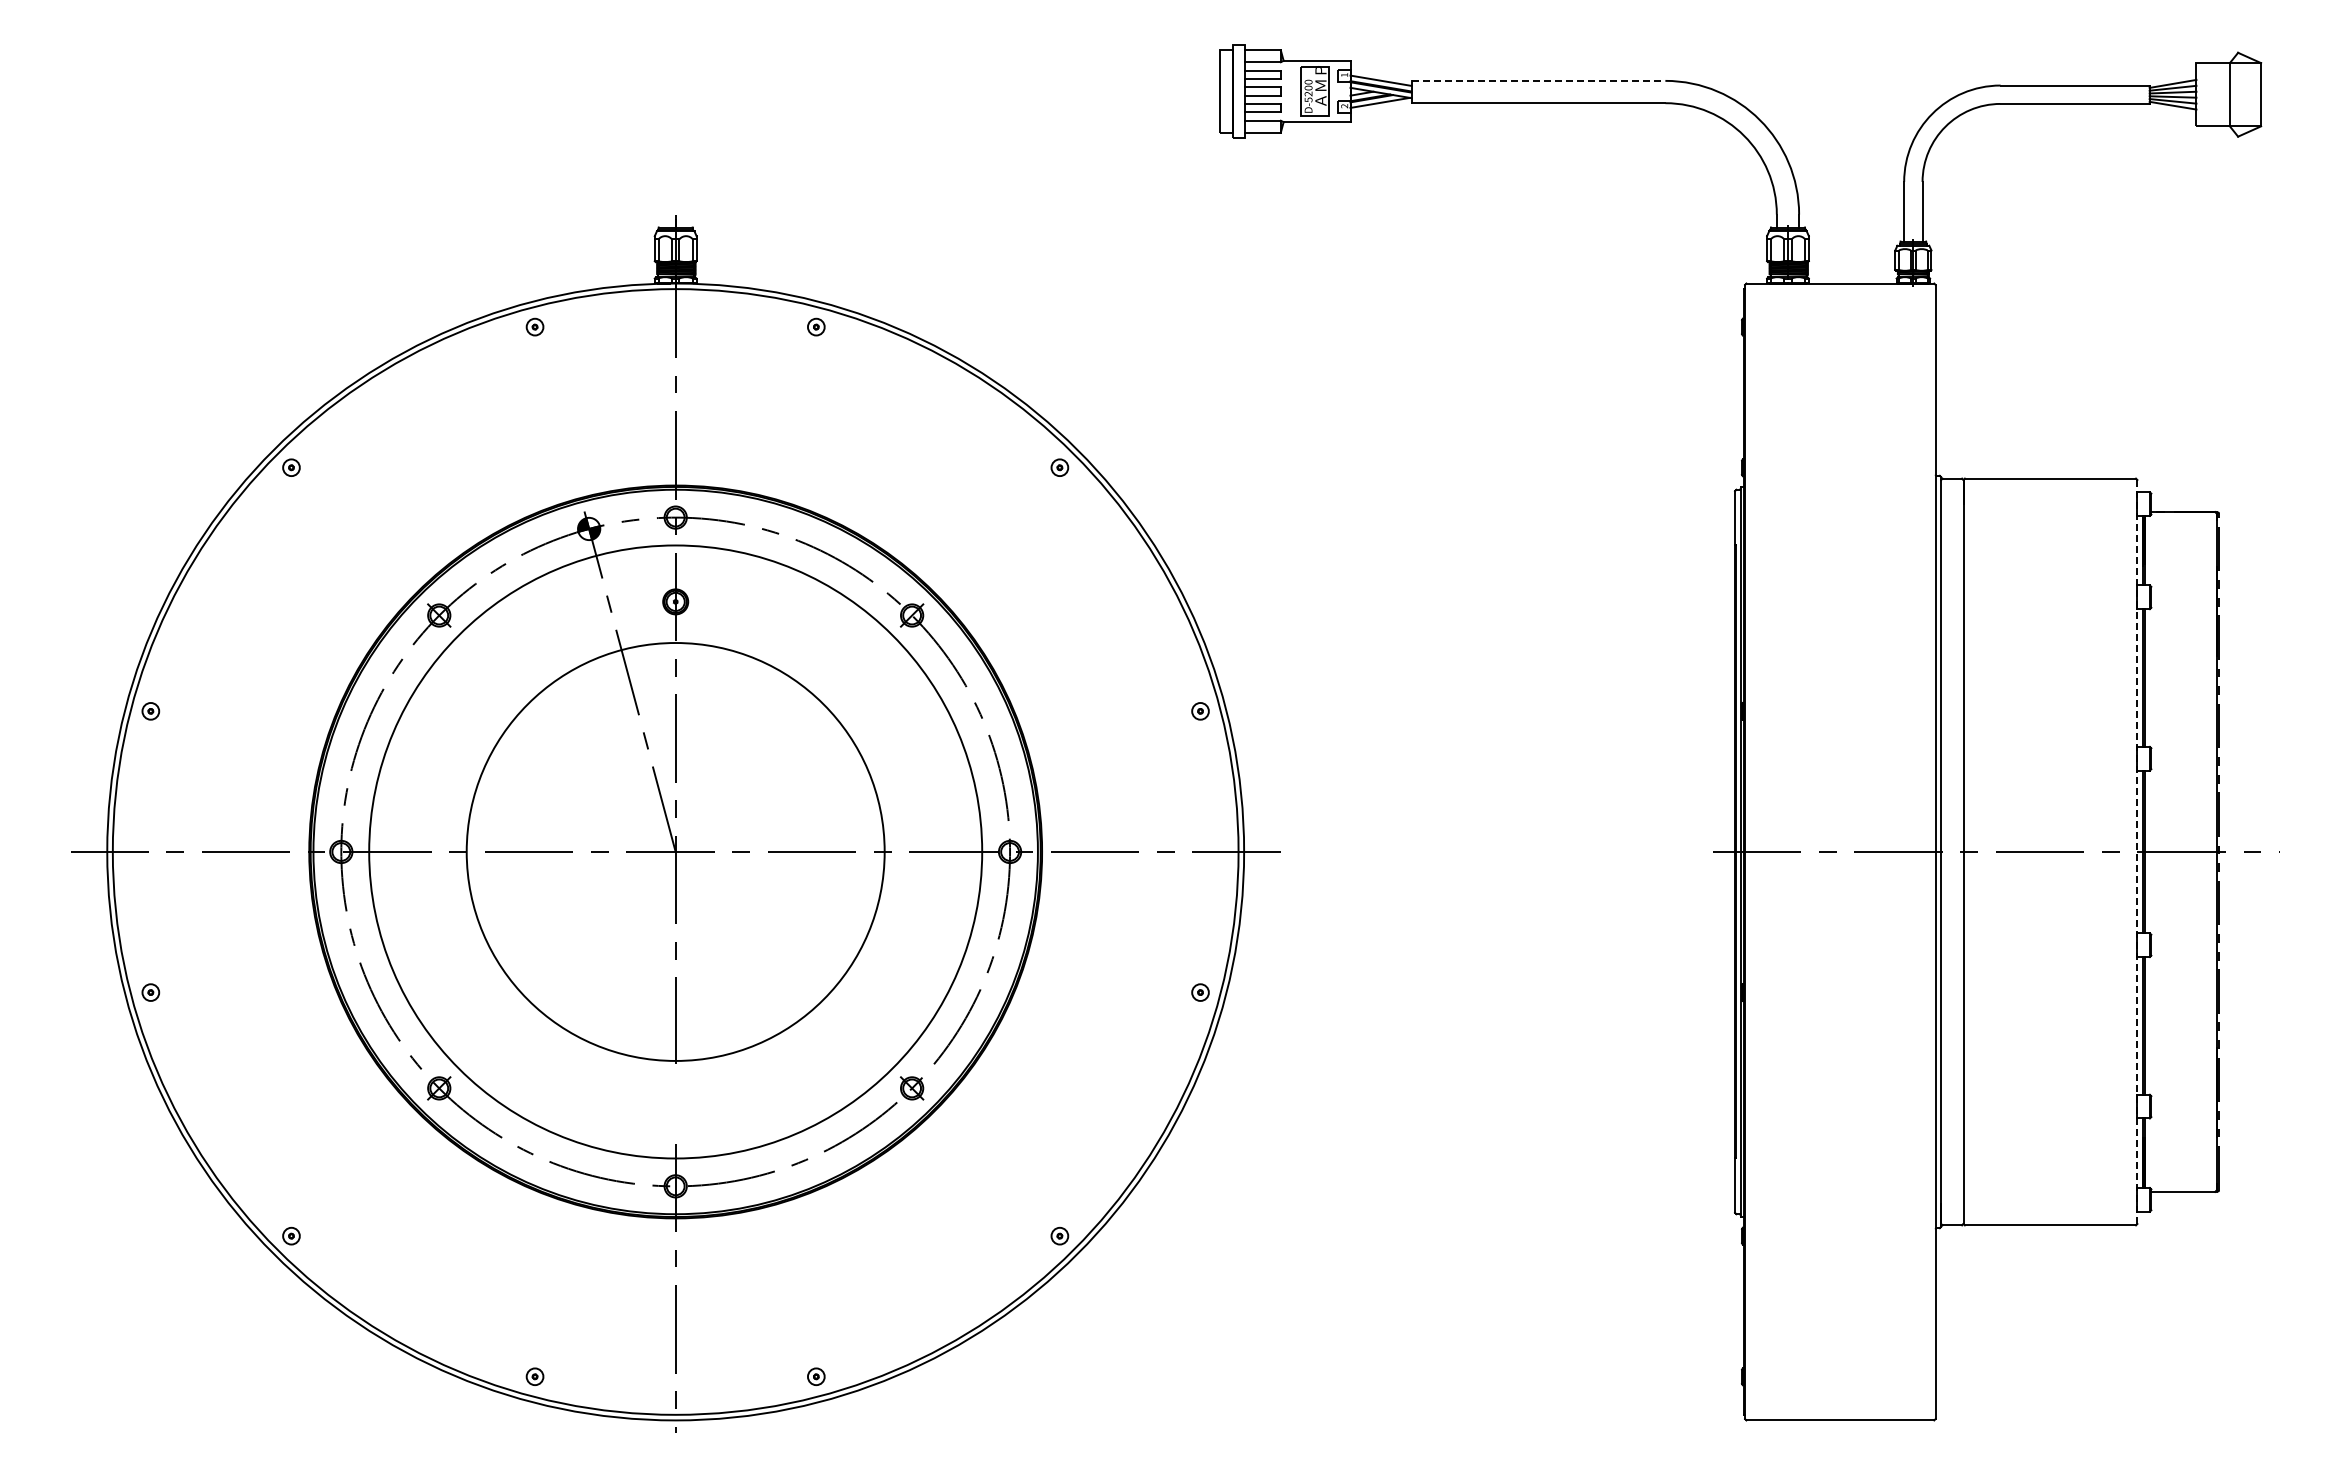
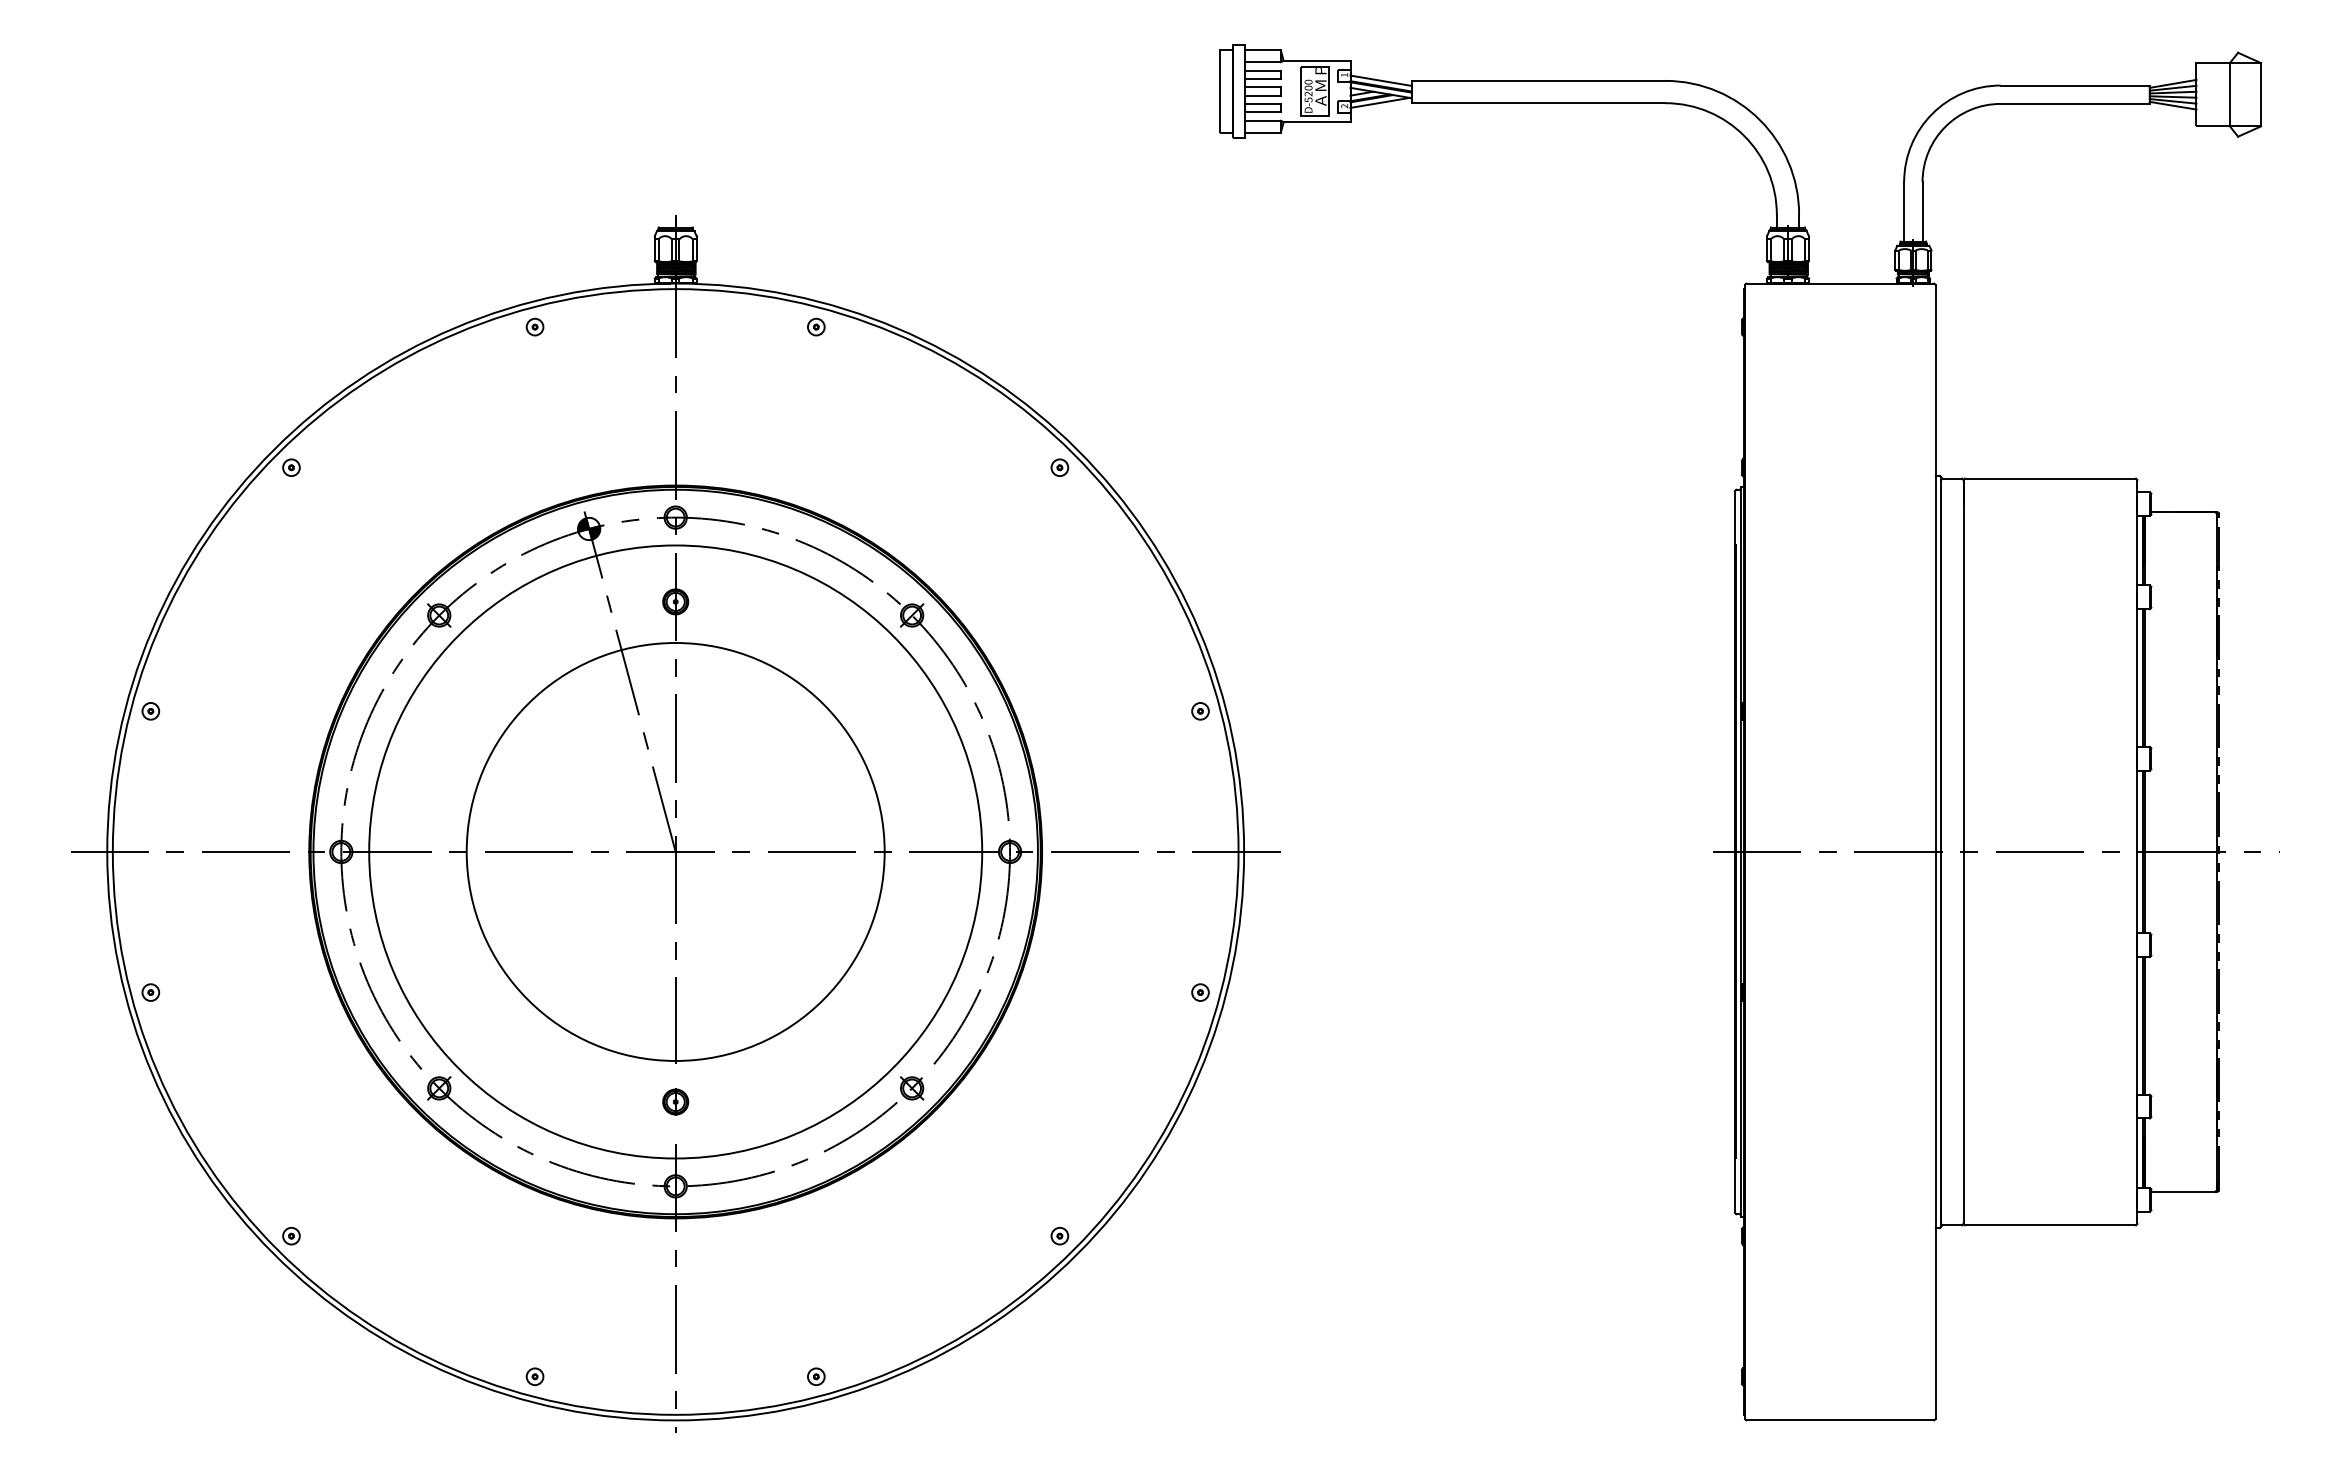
line at (1538, 80): dashed -> solid
line at (2137, 851): dashed -> solid
part at (675, 1101): none -> present
